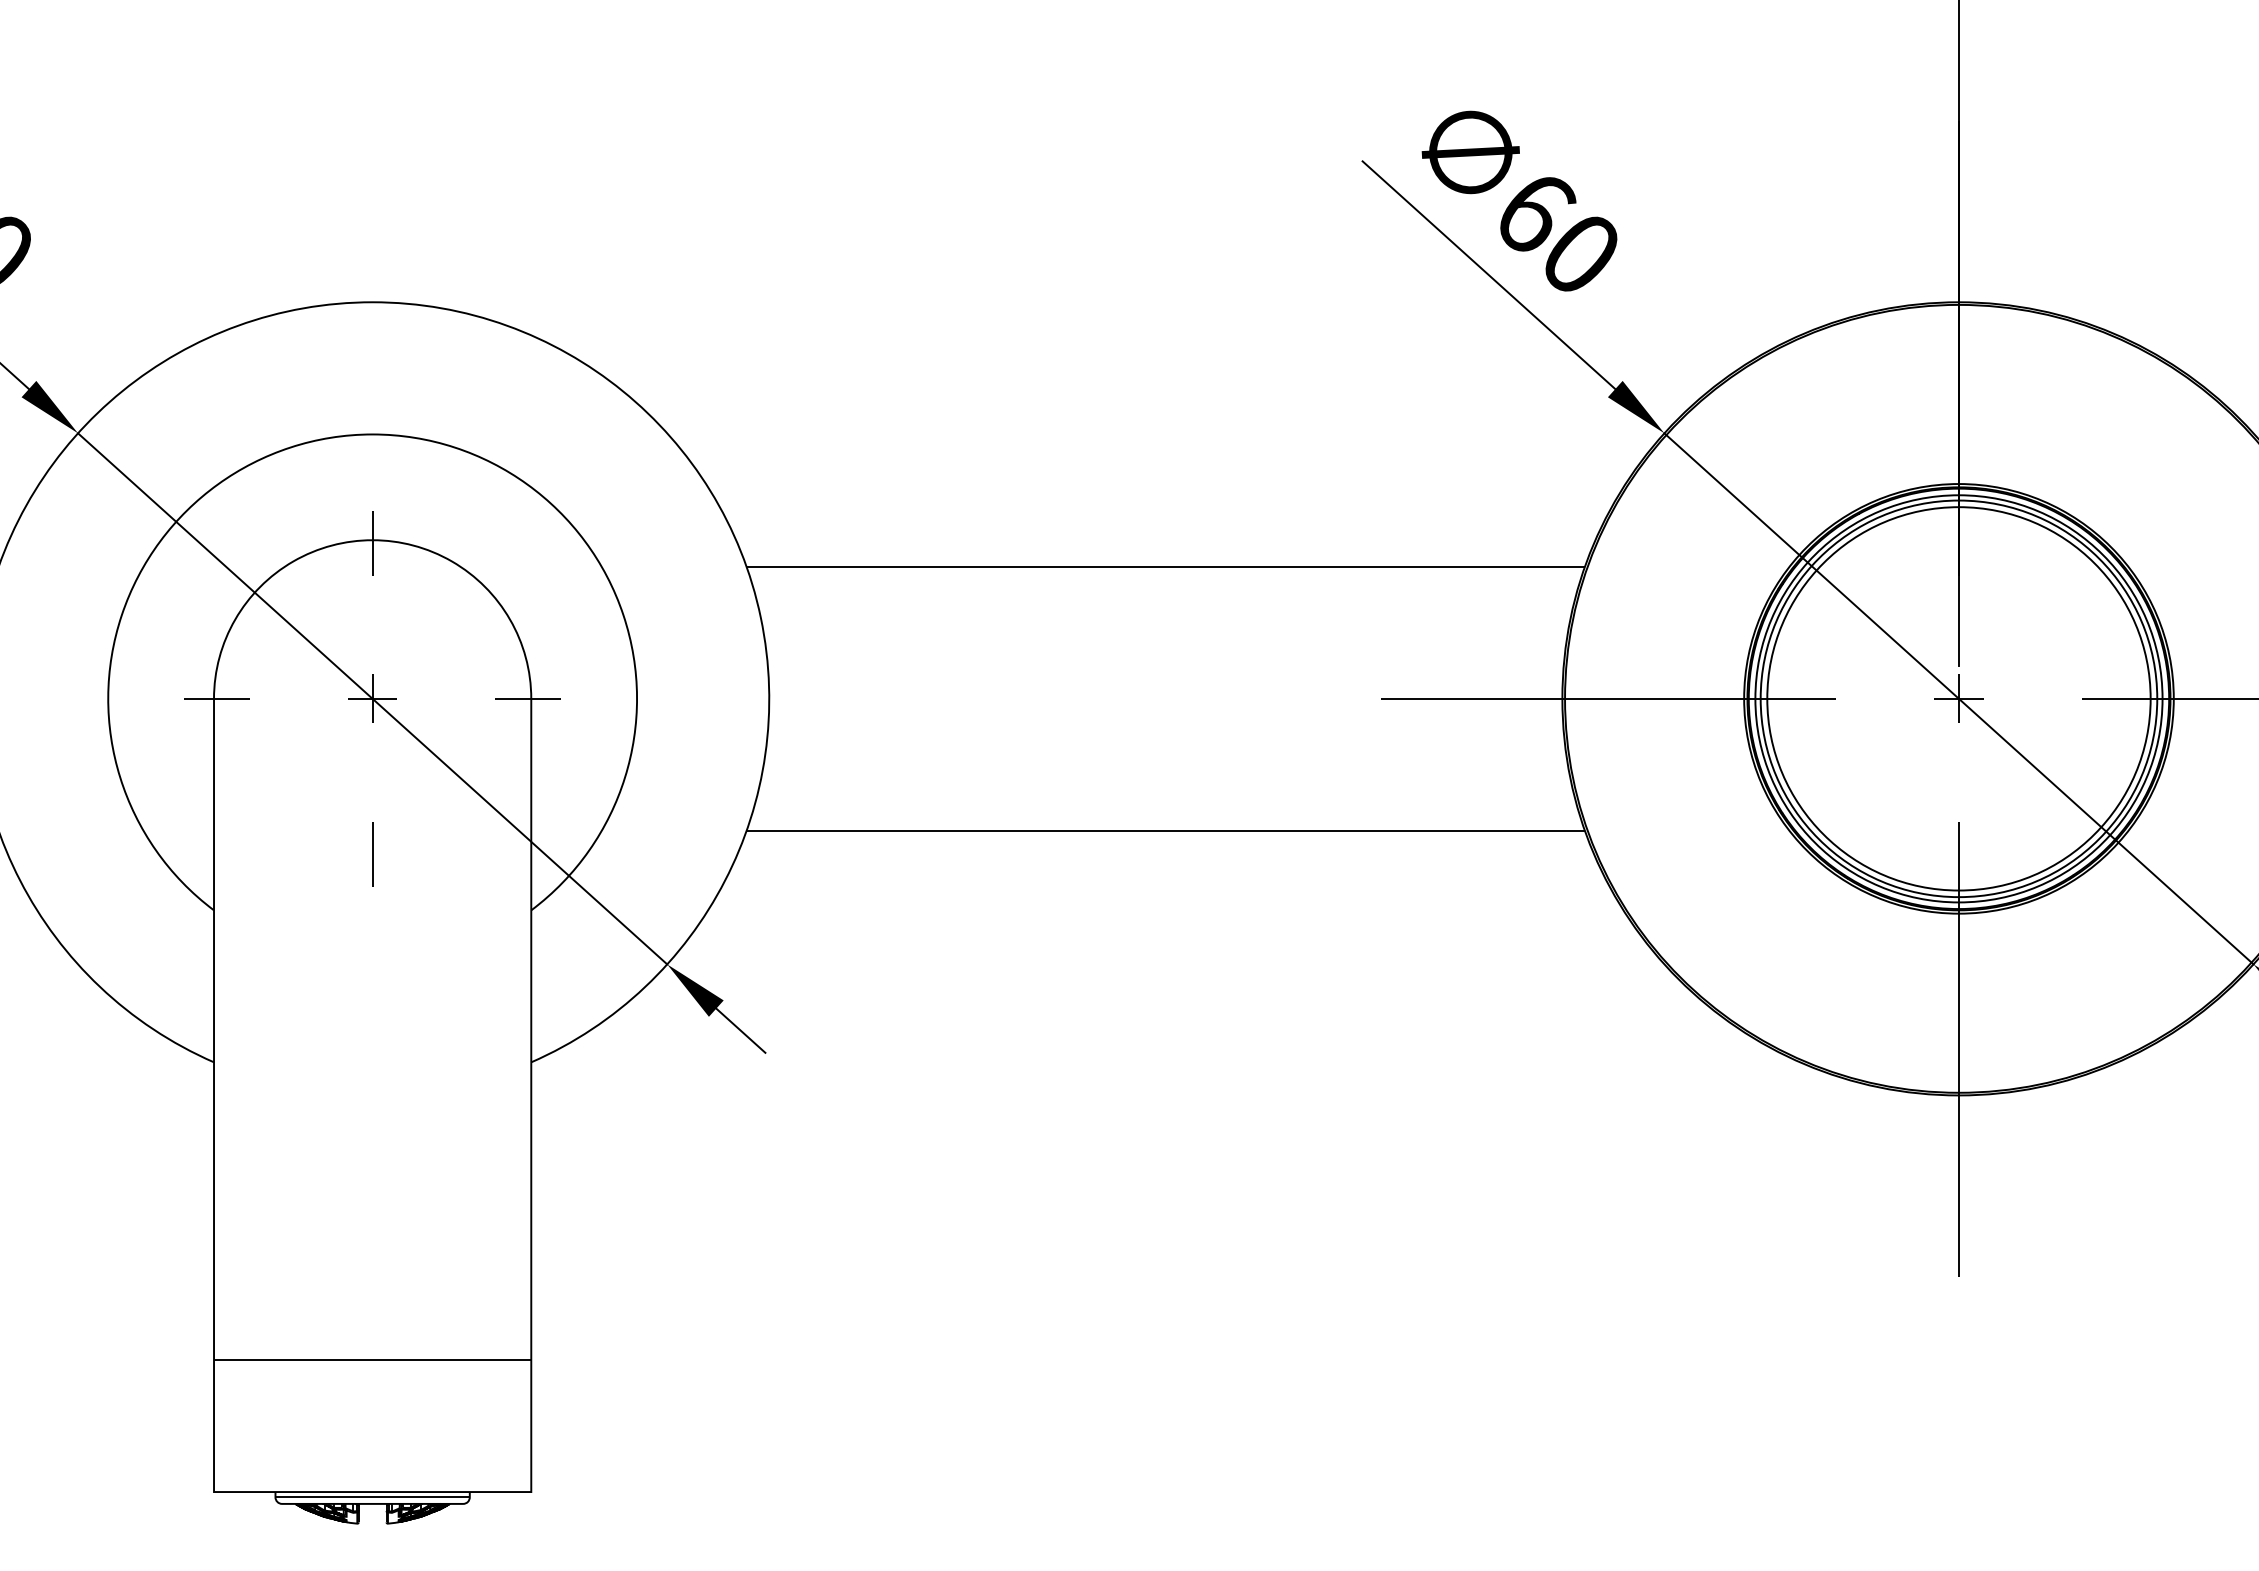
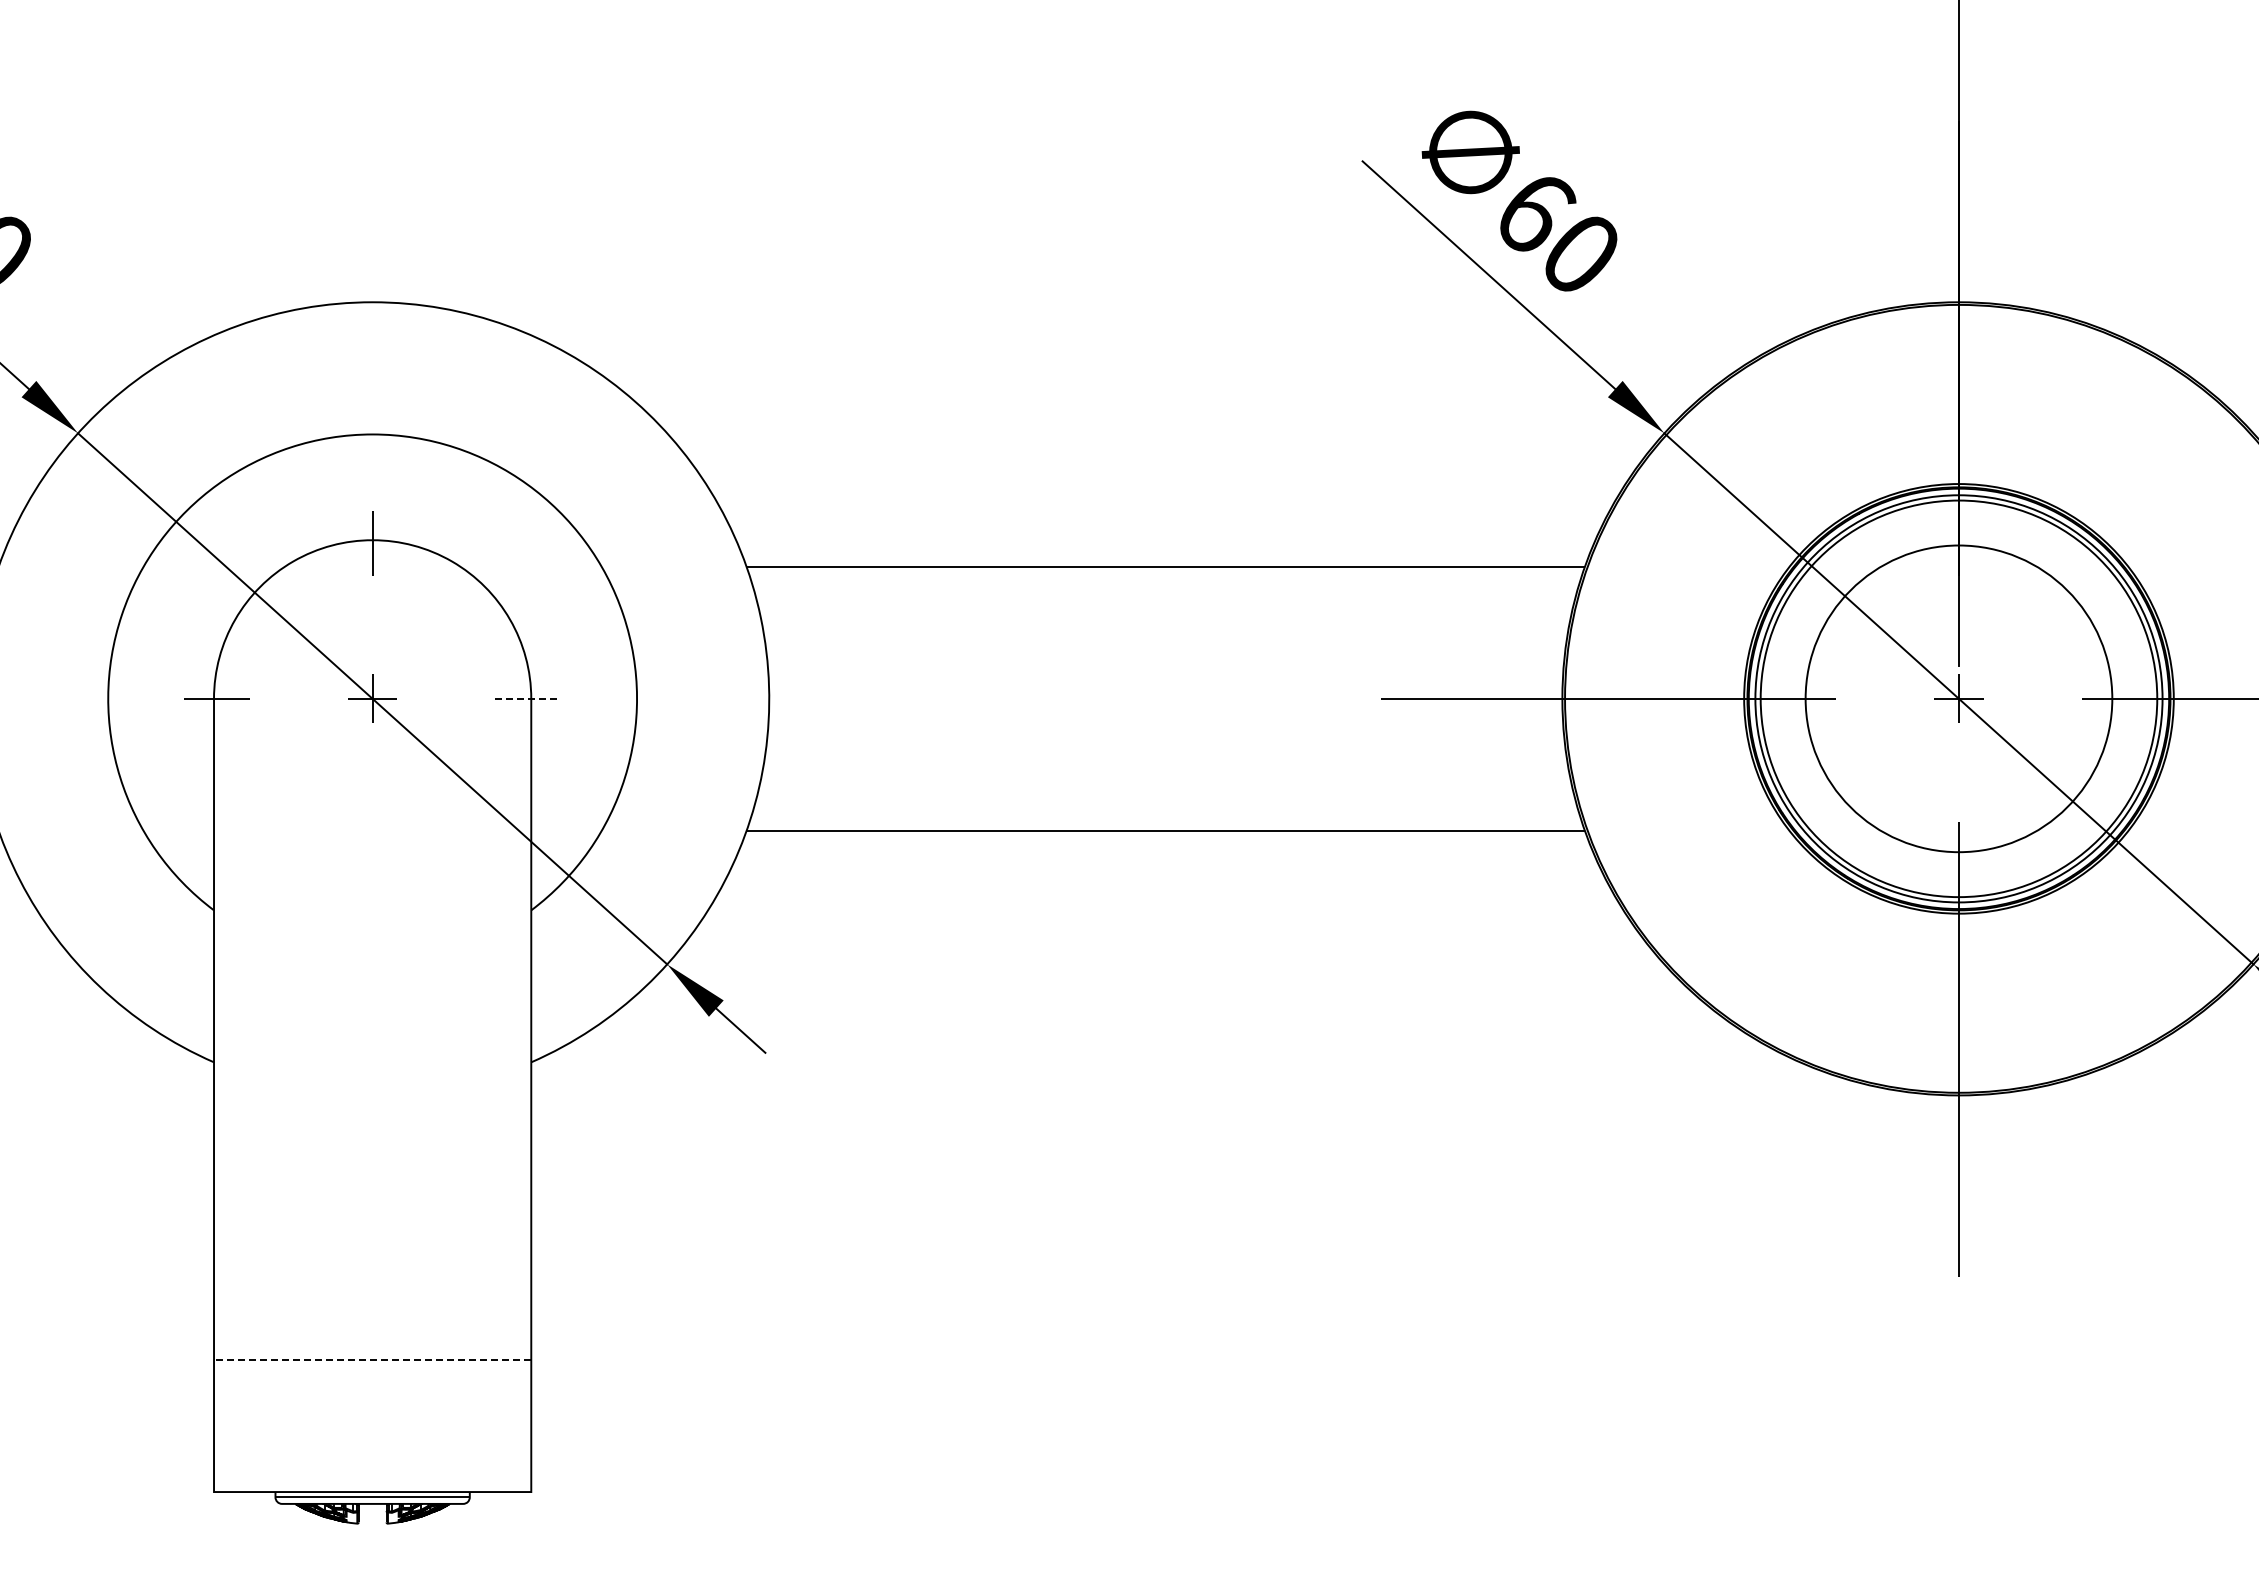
line at (528, 698): solid -> dashed
circle at (1958, 698) diameter: 383 px -> 307 px
line at (372, 854): present -> none
line at (372, 1359): solid -> dashed
